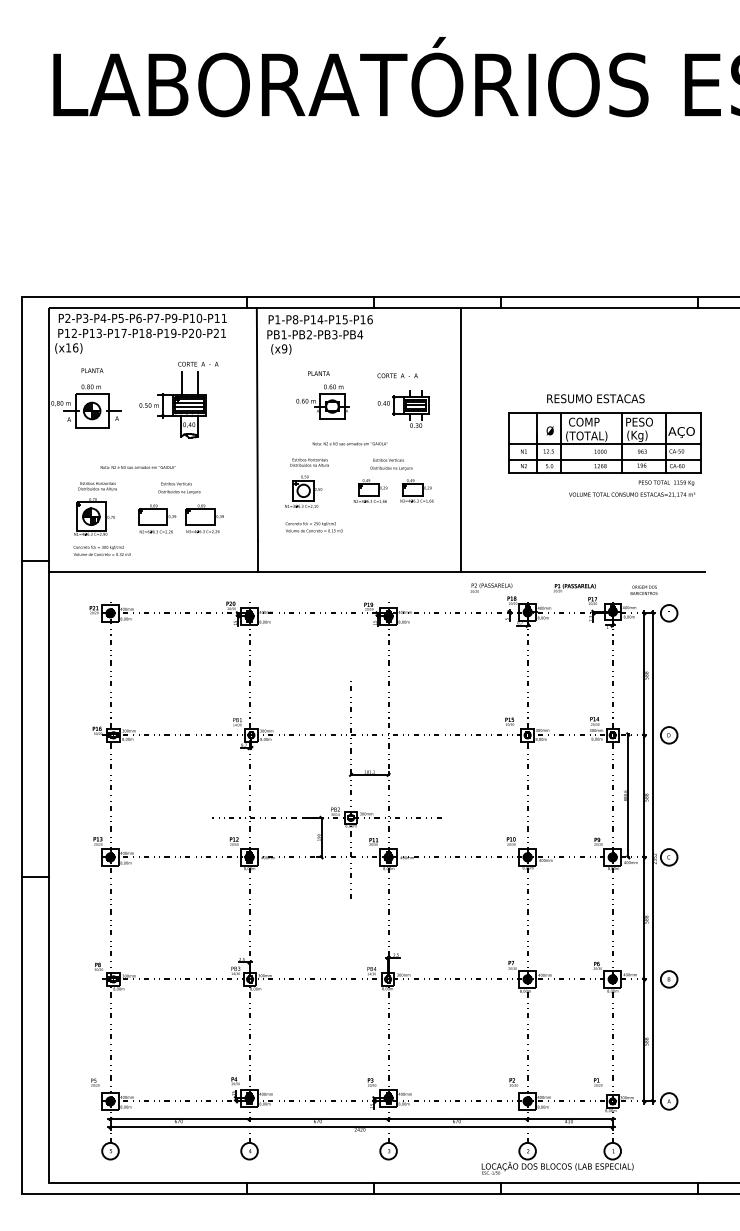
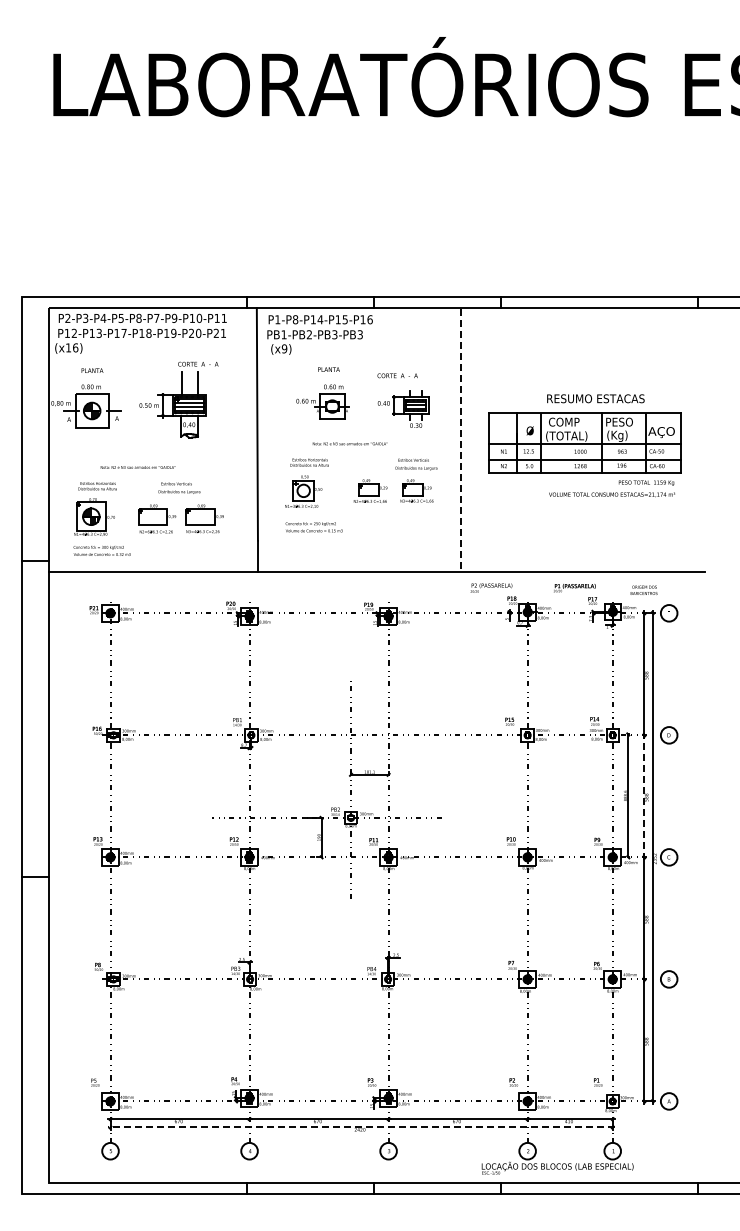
text at (138, 317): P2-P3-P4-P5-P6-P7-P9-P10-P11 -> P2-P3-P4-P5-P8-P7-P9-P10-P11
text at (360, 334): PB1-PB2-PB3-PB4 -> PB1-PB2-PB3-PB3
text at (318, 373) position: (318, 373) -> (328, 369)
line at (460, 441): solid -> dashed
part at (604, 454) position: (604, 454) -> (584, 454)
text at (391, 464) position: (391, 464) -> (416, 464)
line at (644, 796): solid -> dashed
line at (361, 1127): solid -> dashed
